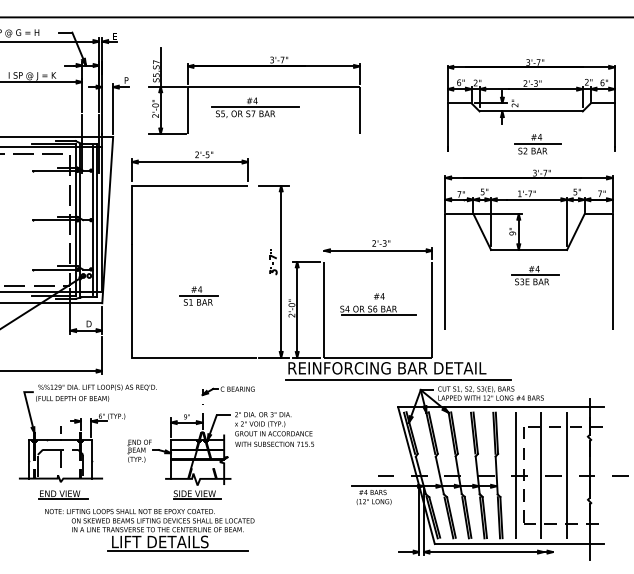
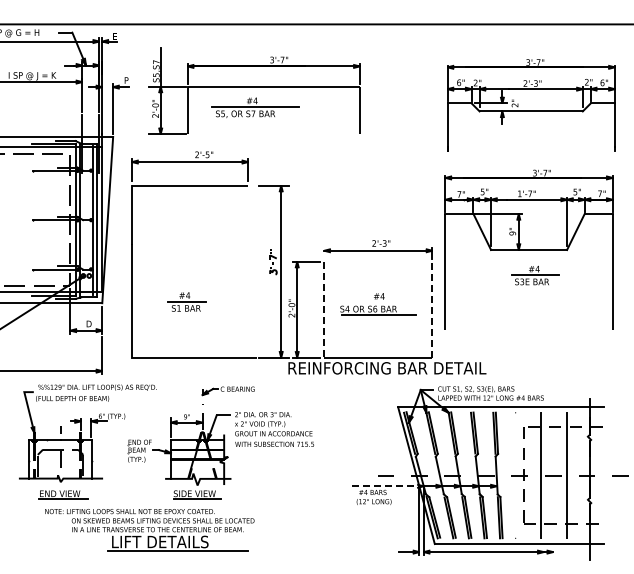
line at (316, 17) position: (316, 17) -> (316, 24)
part at (537, 144): present -> none
part at (198, 295) position: (198, 295) -> (186, 301)
line at (432, 309): solid -> dashed
line at (324, 310): solid -> dashed
line at (398, 379): present -> none
line at (515, 475): present -> none
line at (385, 486): solid -> dashed
